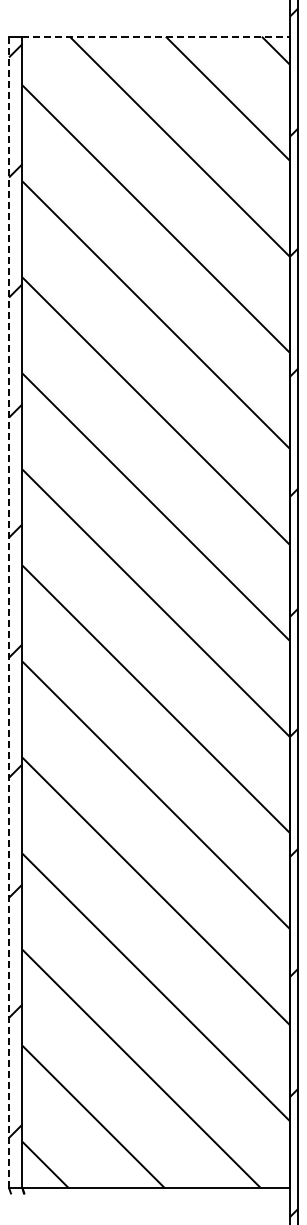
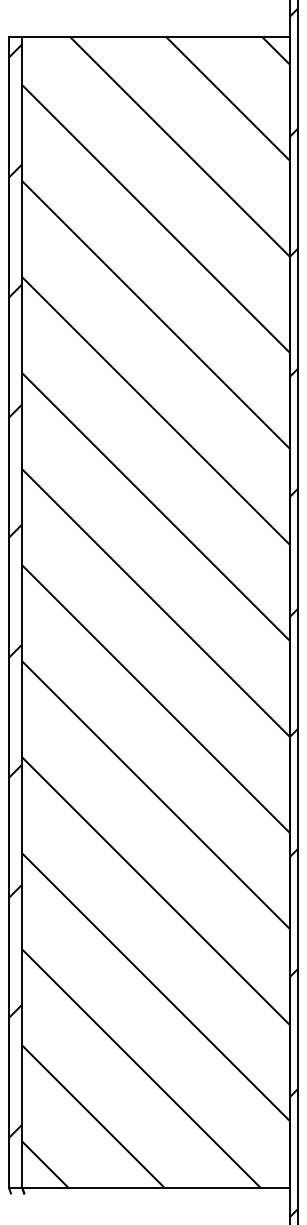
line at (156, 36): dashed -> solid
line at (9, 612): dashed -> solid
